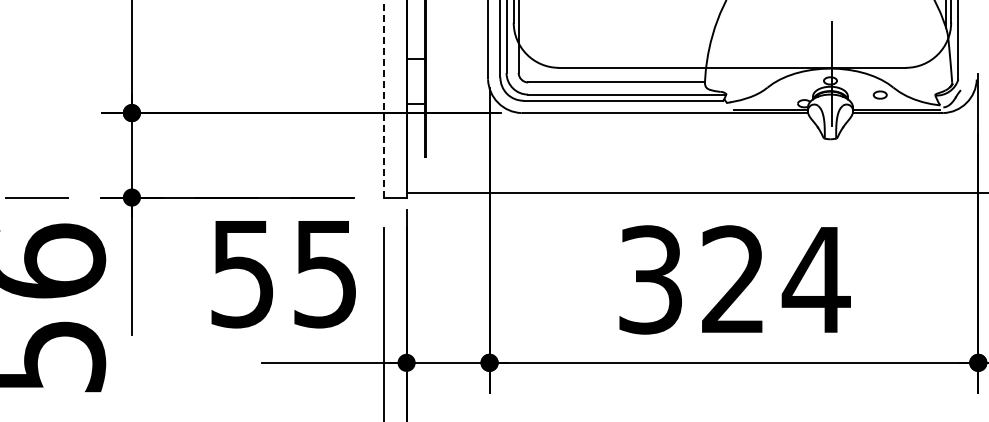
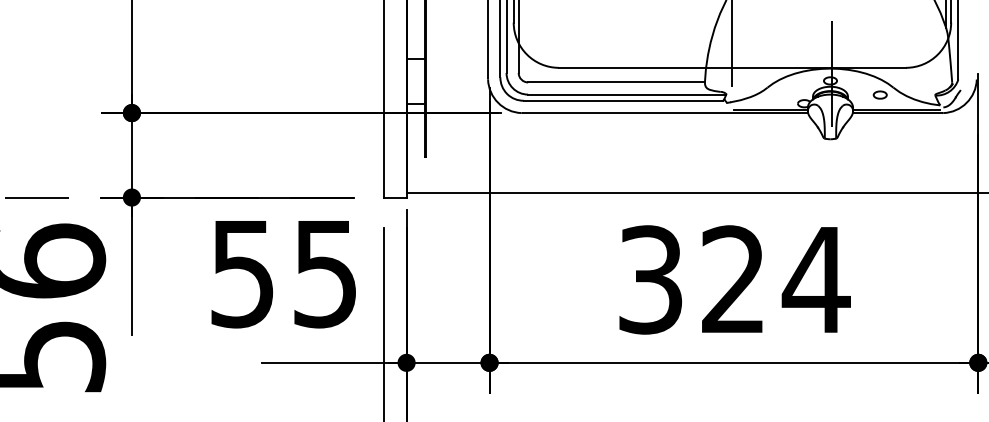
line at (732, 44): none -> present
line at (383, 98): dashed -> solid
